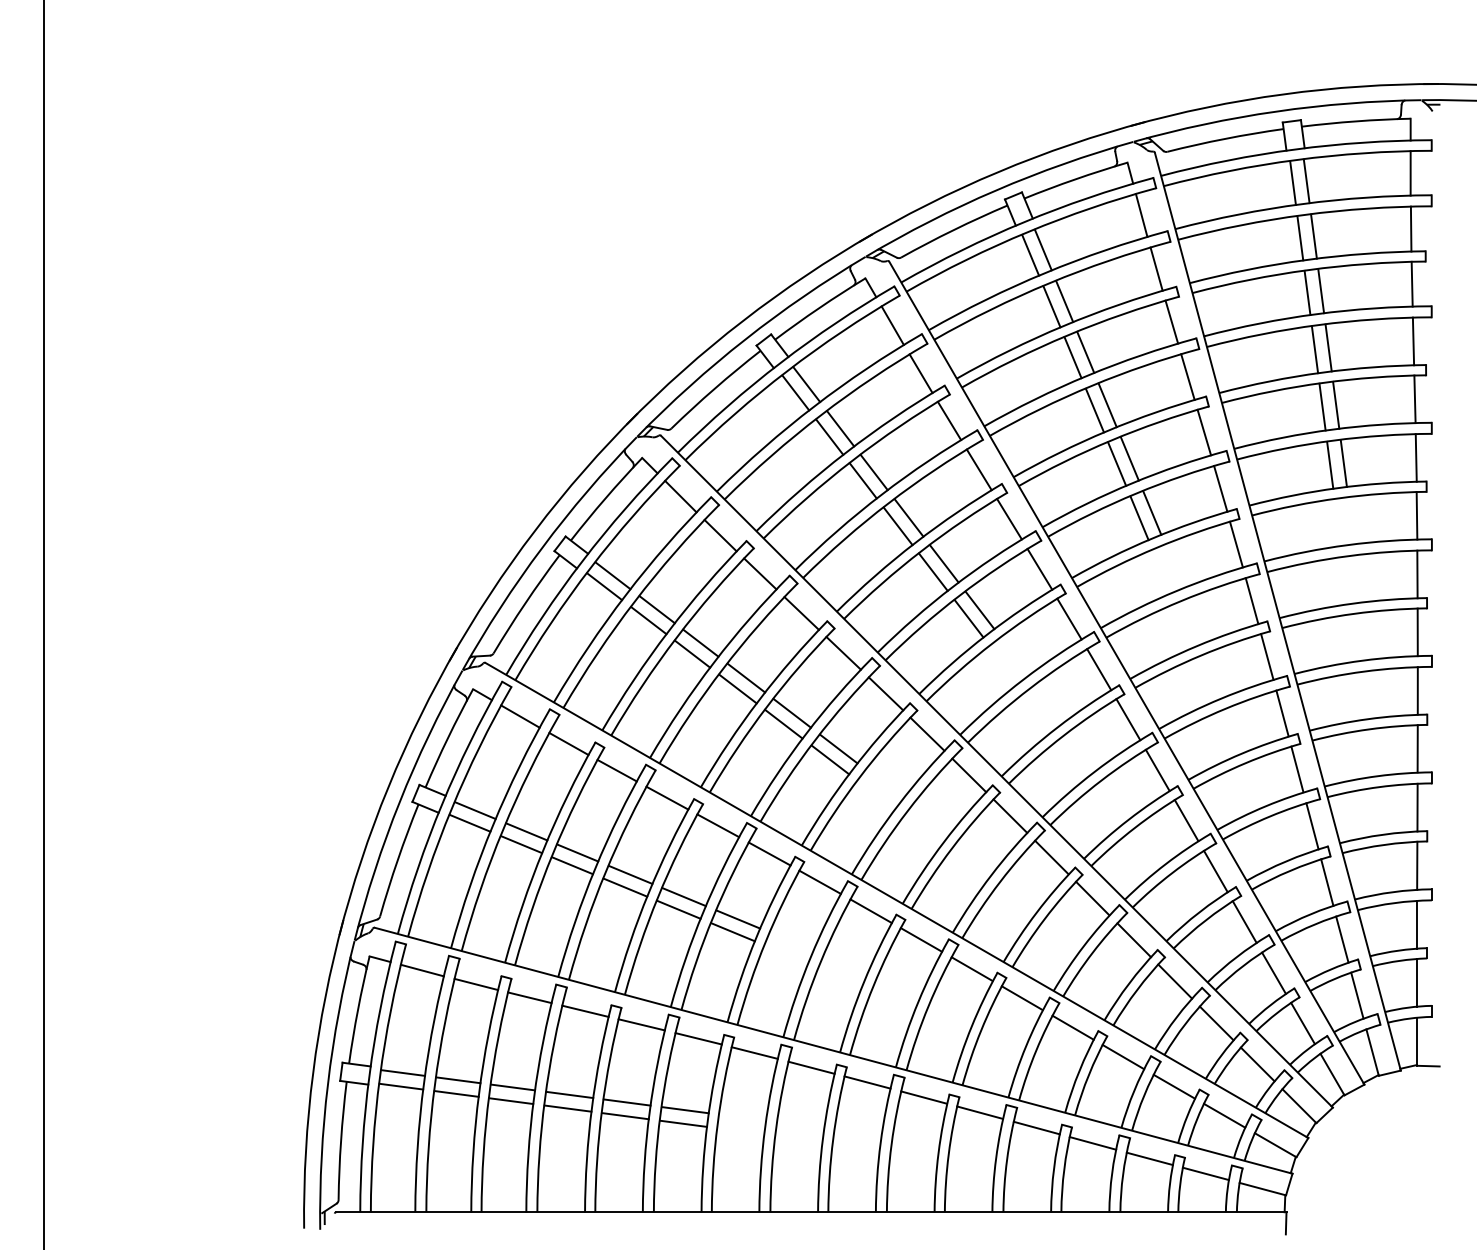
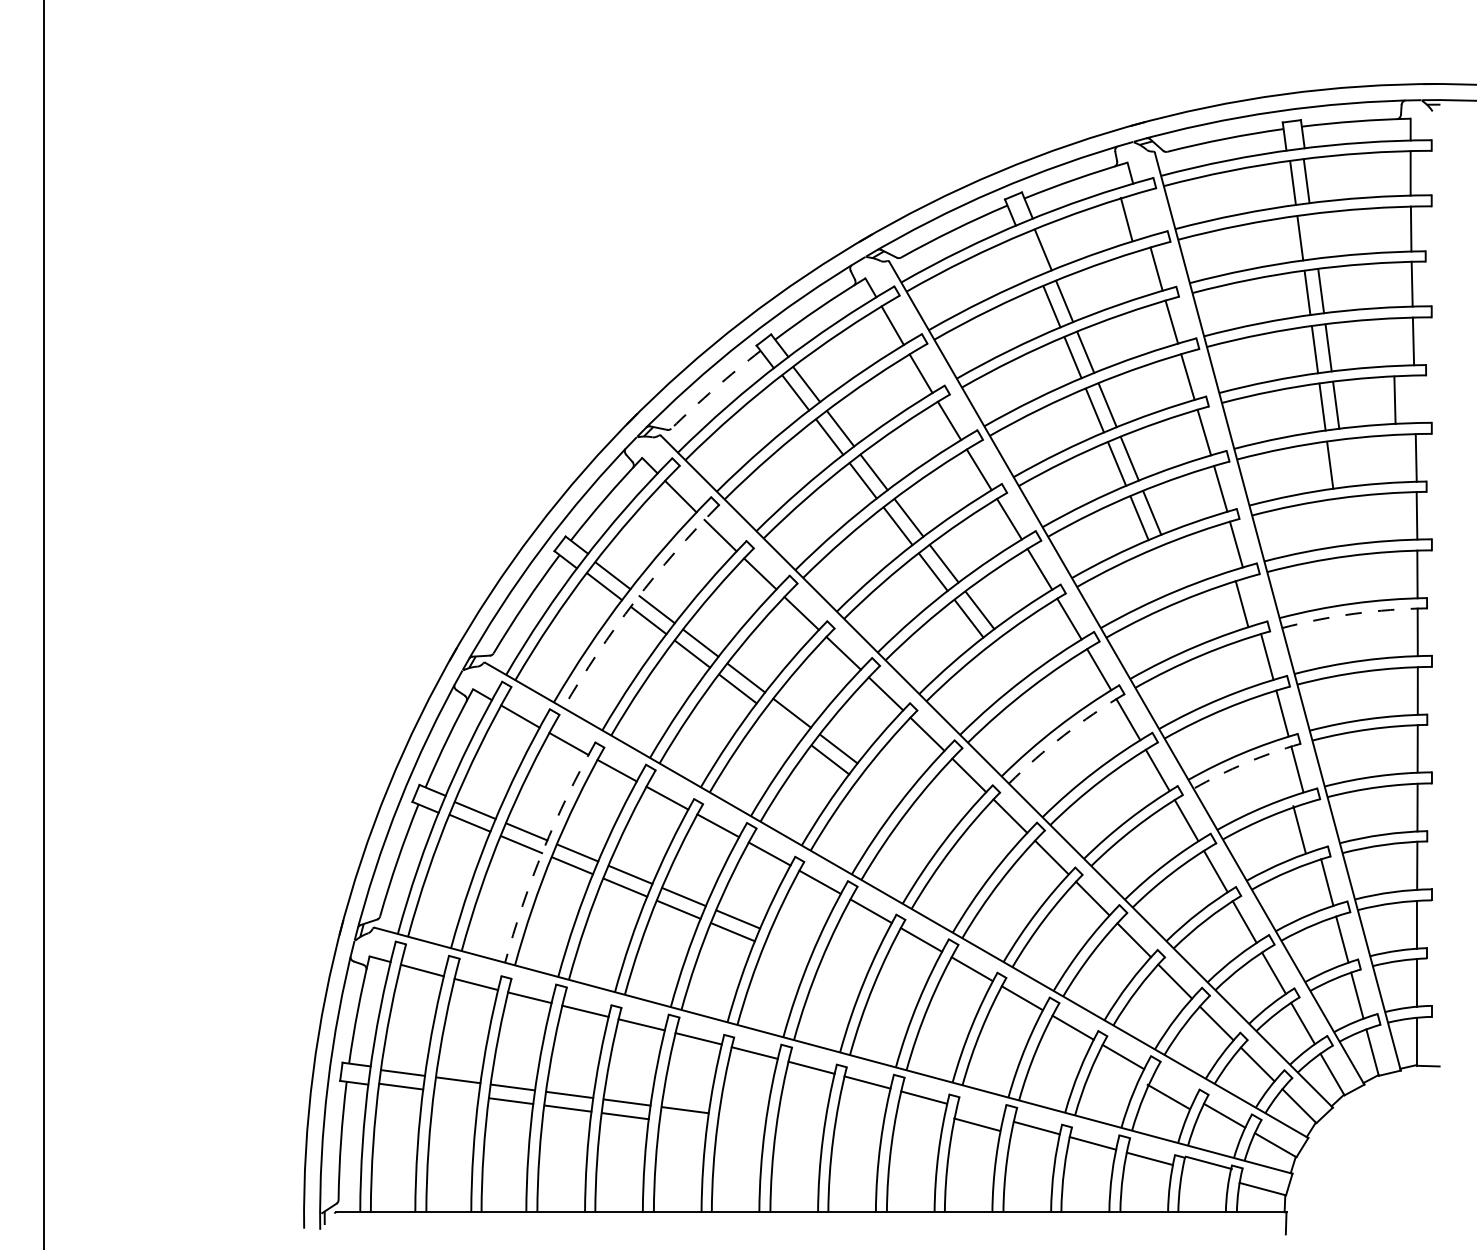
line at (1141, 214) position: (1141, 214) -> (1126, 218)
line at (1313, 236): present -> none
line at (1030, 254): present -> none
arc at (714, 388): solid -> dashed
line at (1414, 399) position: (1414, 399) -> (1394, 400)
line at (1343, 463): present -> none
arc at (634, 601): solid -> dashed
line at (1251, 601) position: (1251, 601) -> (1241, 604)
arc at (1354, 613): solid -> dashed
line at (783, 723): present -> none
arc at (1064, 735): solid -> dashed
arc at (1245, 763): solid -> dashed
line at (1312, 826) position: (1312, 826) -> (1299, 829)
arc at (543, 849): solid -> dashed
line at (1173, 1086) position: (1173, 1086) -> (1167, 1096)
line at (456, 1093): present -> none
line at (979, 1112) position: (979, 1112) -> (976, 1124)
line at (683, 1123): present -> none
line at (1205, 1173) position: (1205, 1173) -> (1208, 1162)
